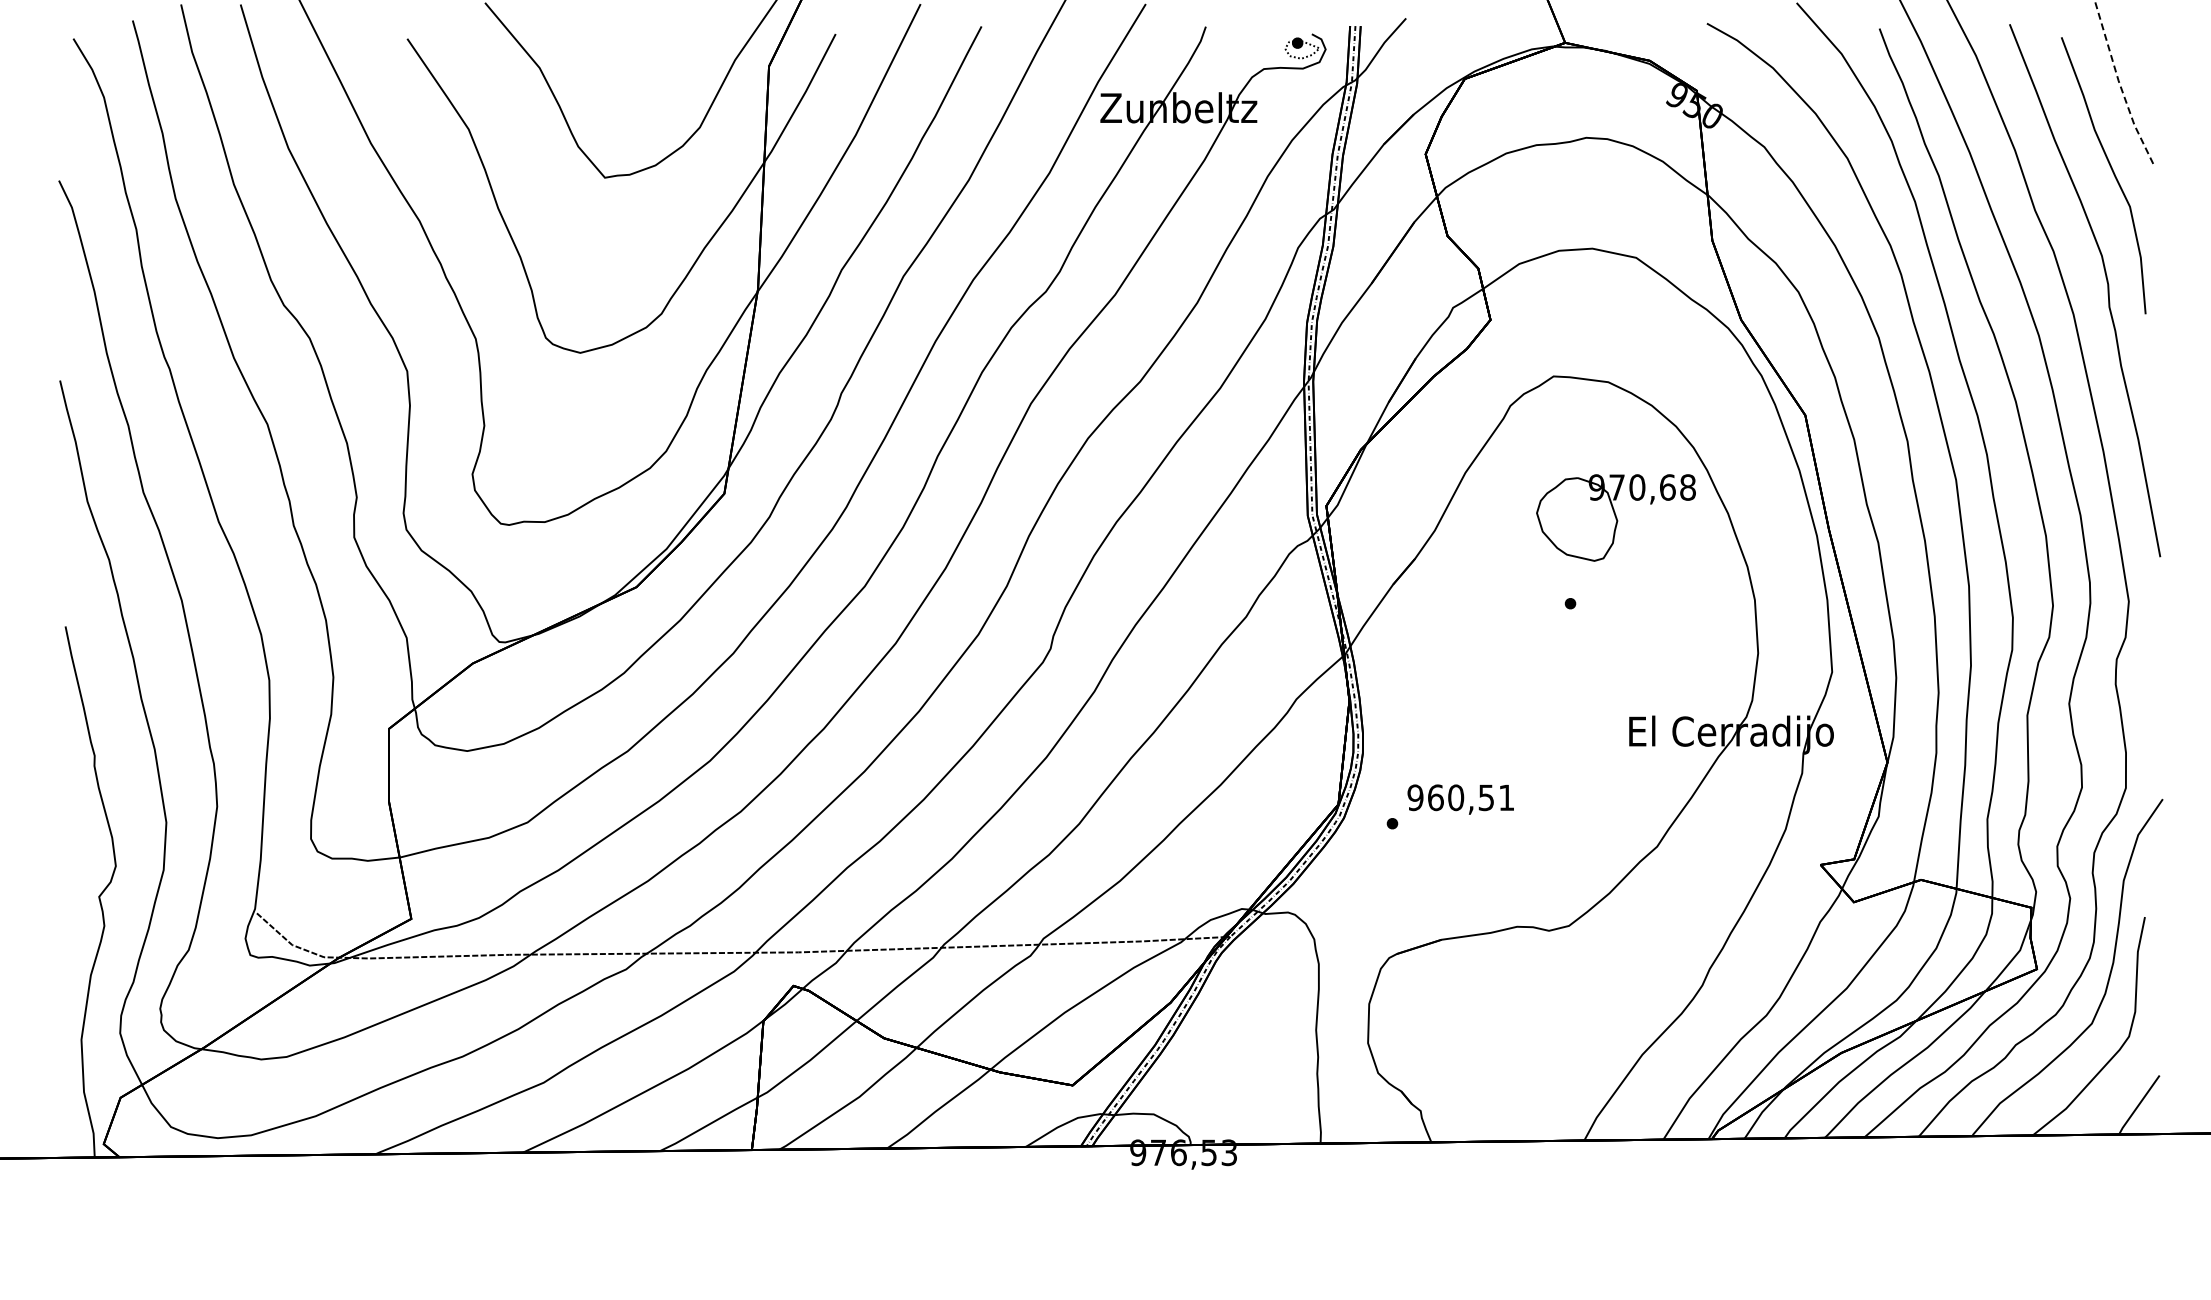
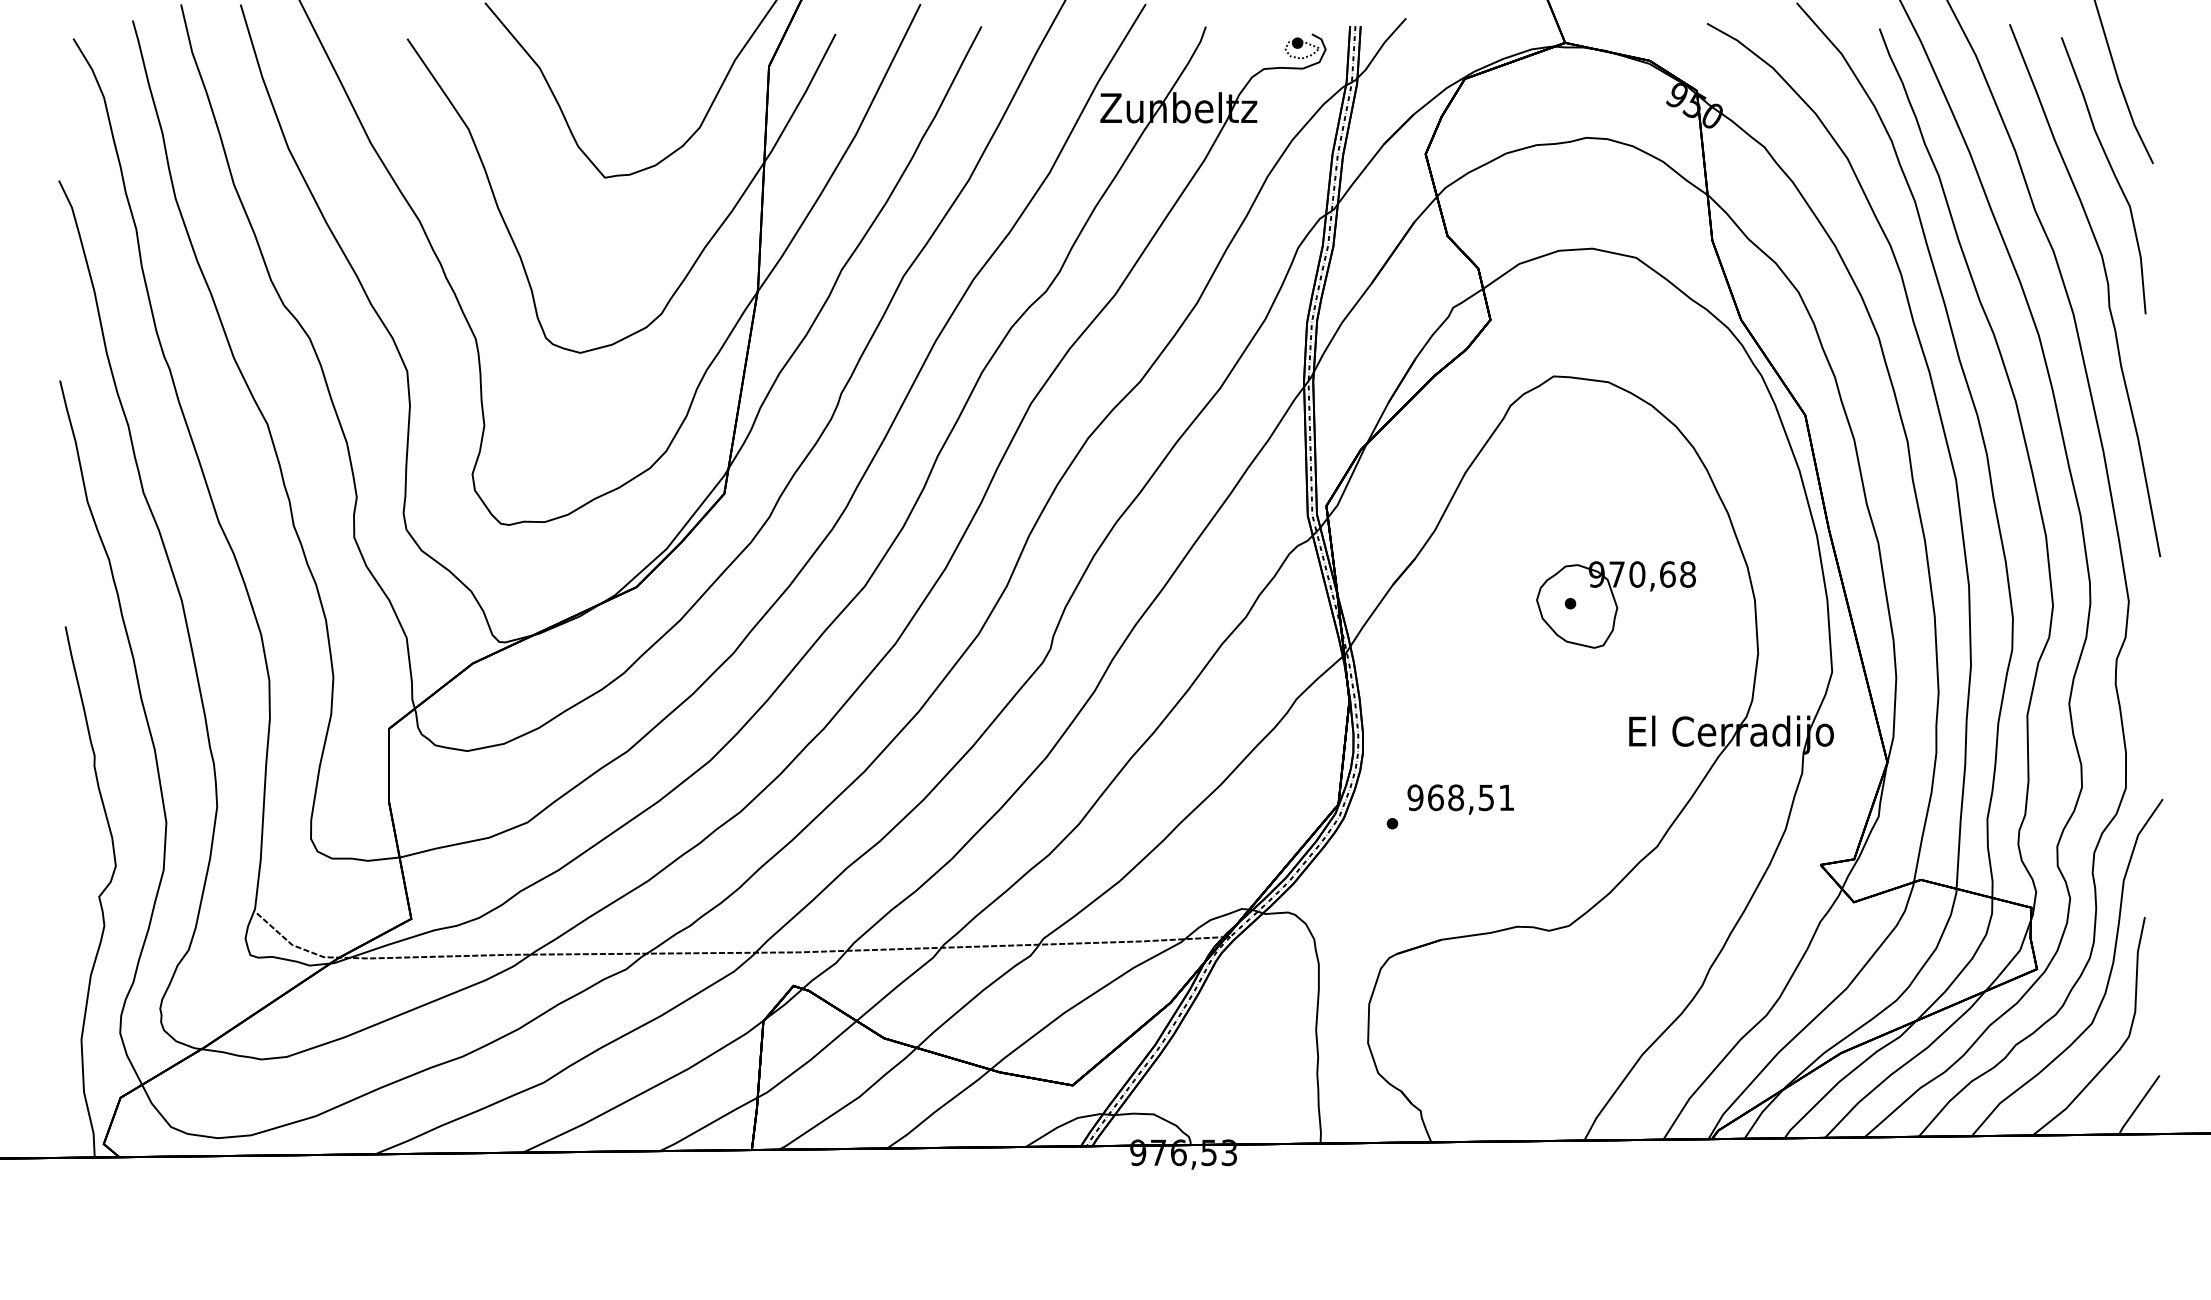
line at (2119, 83): dashed -> solid
part at (1615, 517) position: (1615, 517) -> (1615, 604)
text at (1456, 797): 960,51 -> 968,51
